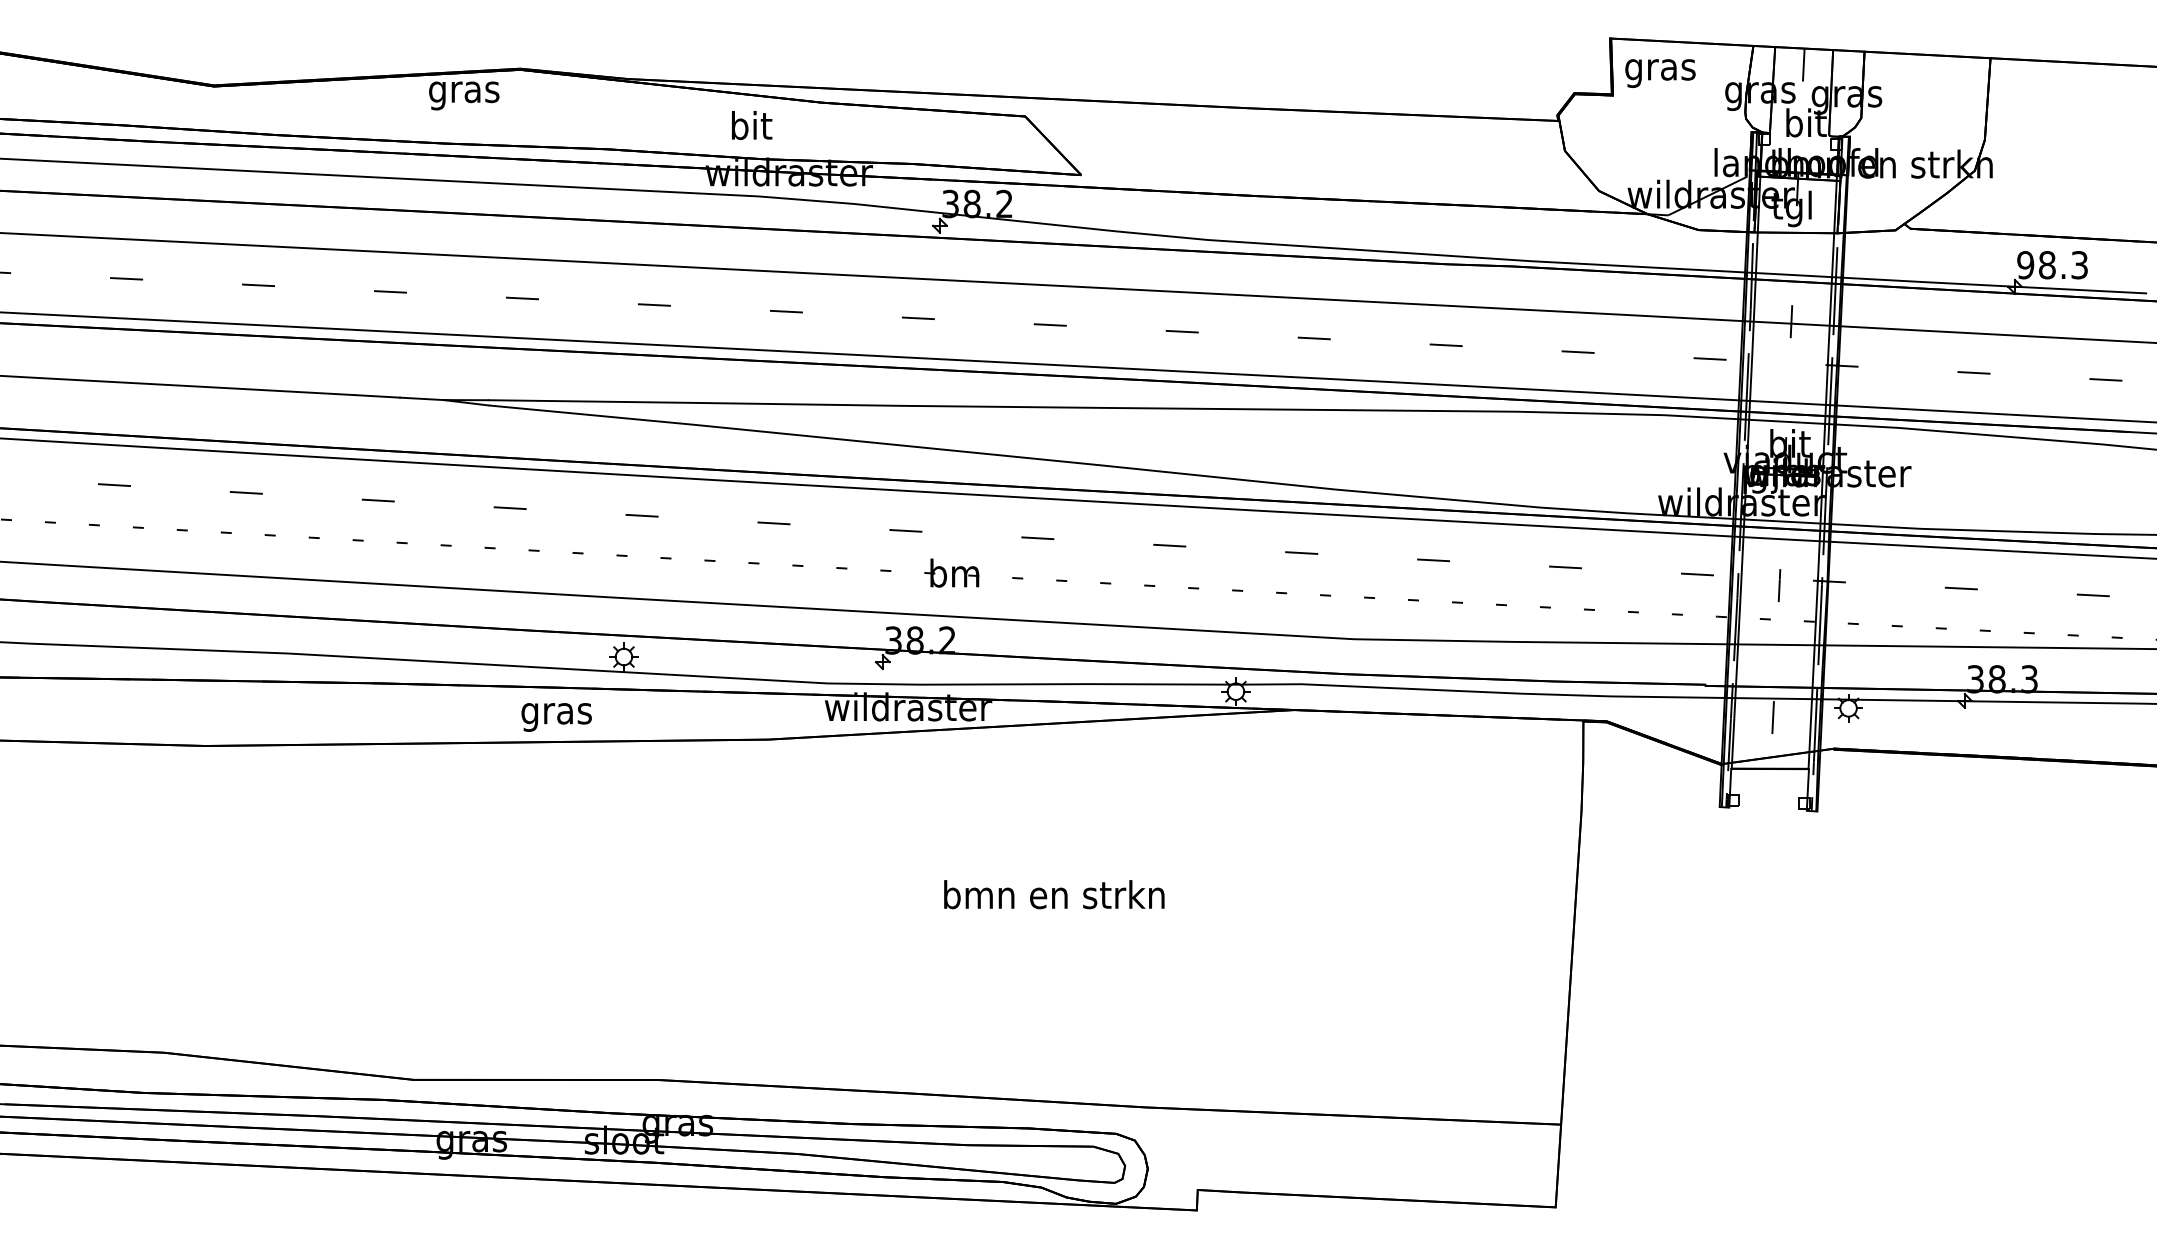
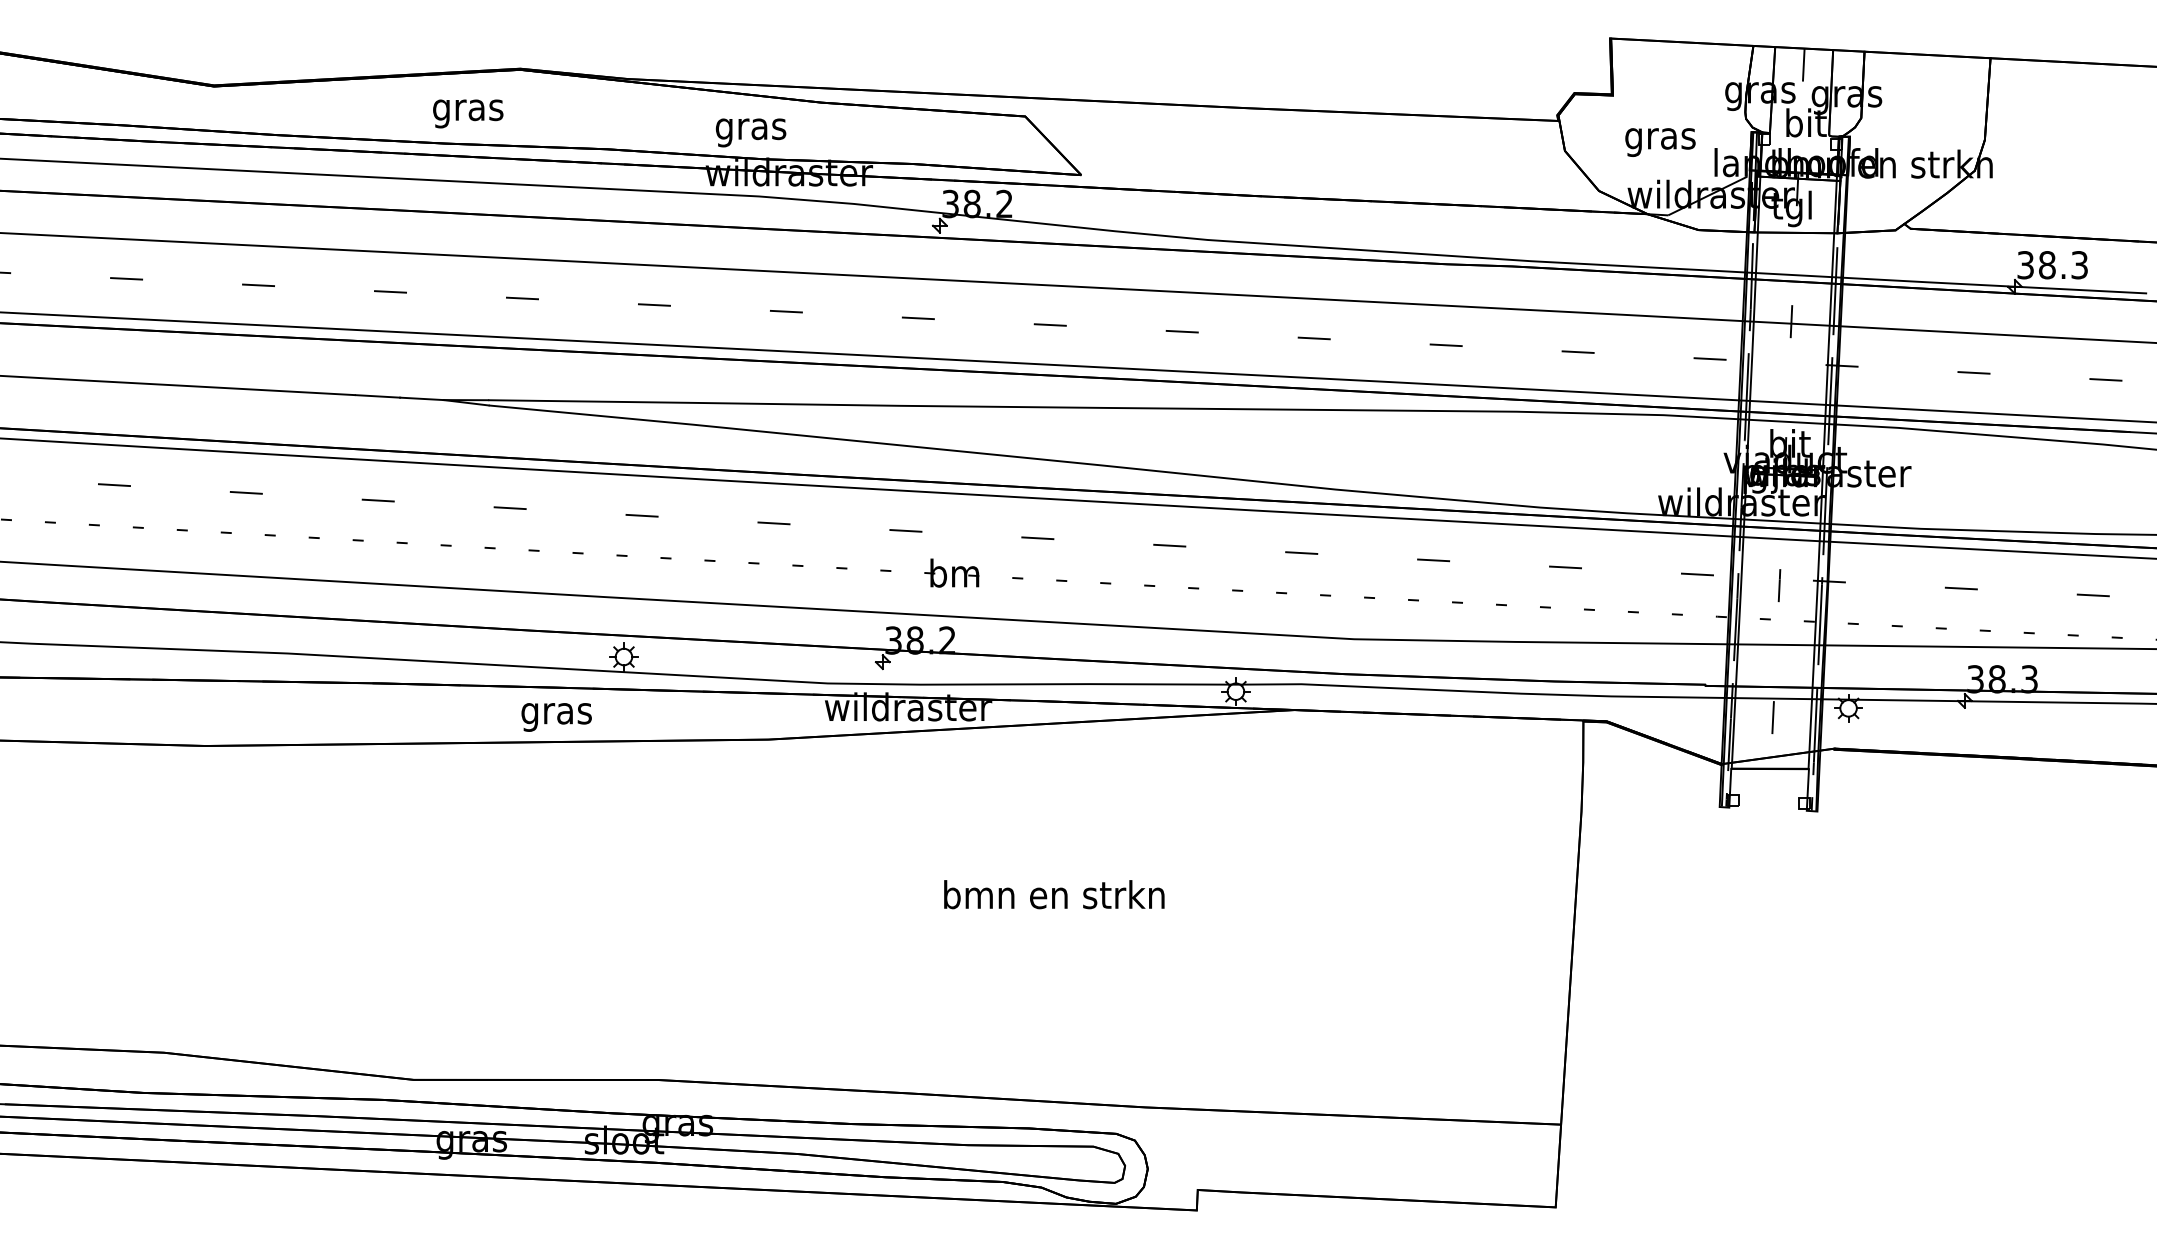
text at (1660, 73) position: (1660, 73) -> (1660, 142)
text at (464, 95) position: (464, 95) -> (468, 113)
text at (750, 129): bit -> gras
text at (2025, 265): 98.3 -> 38.3
